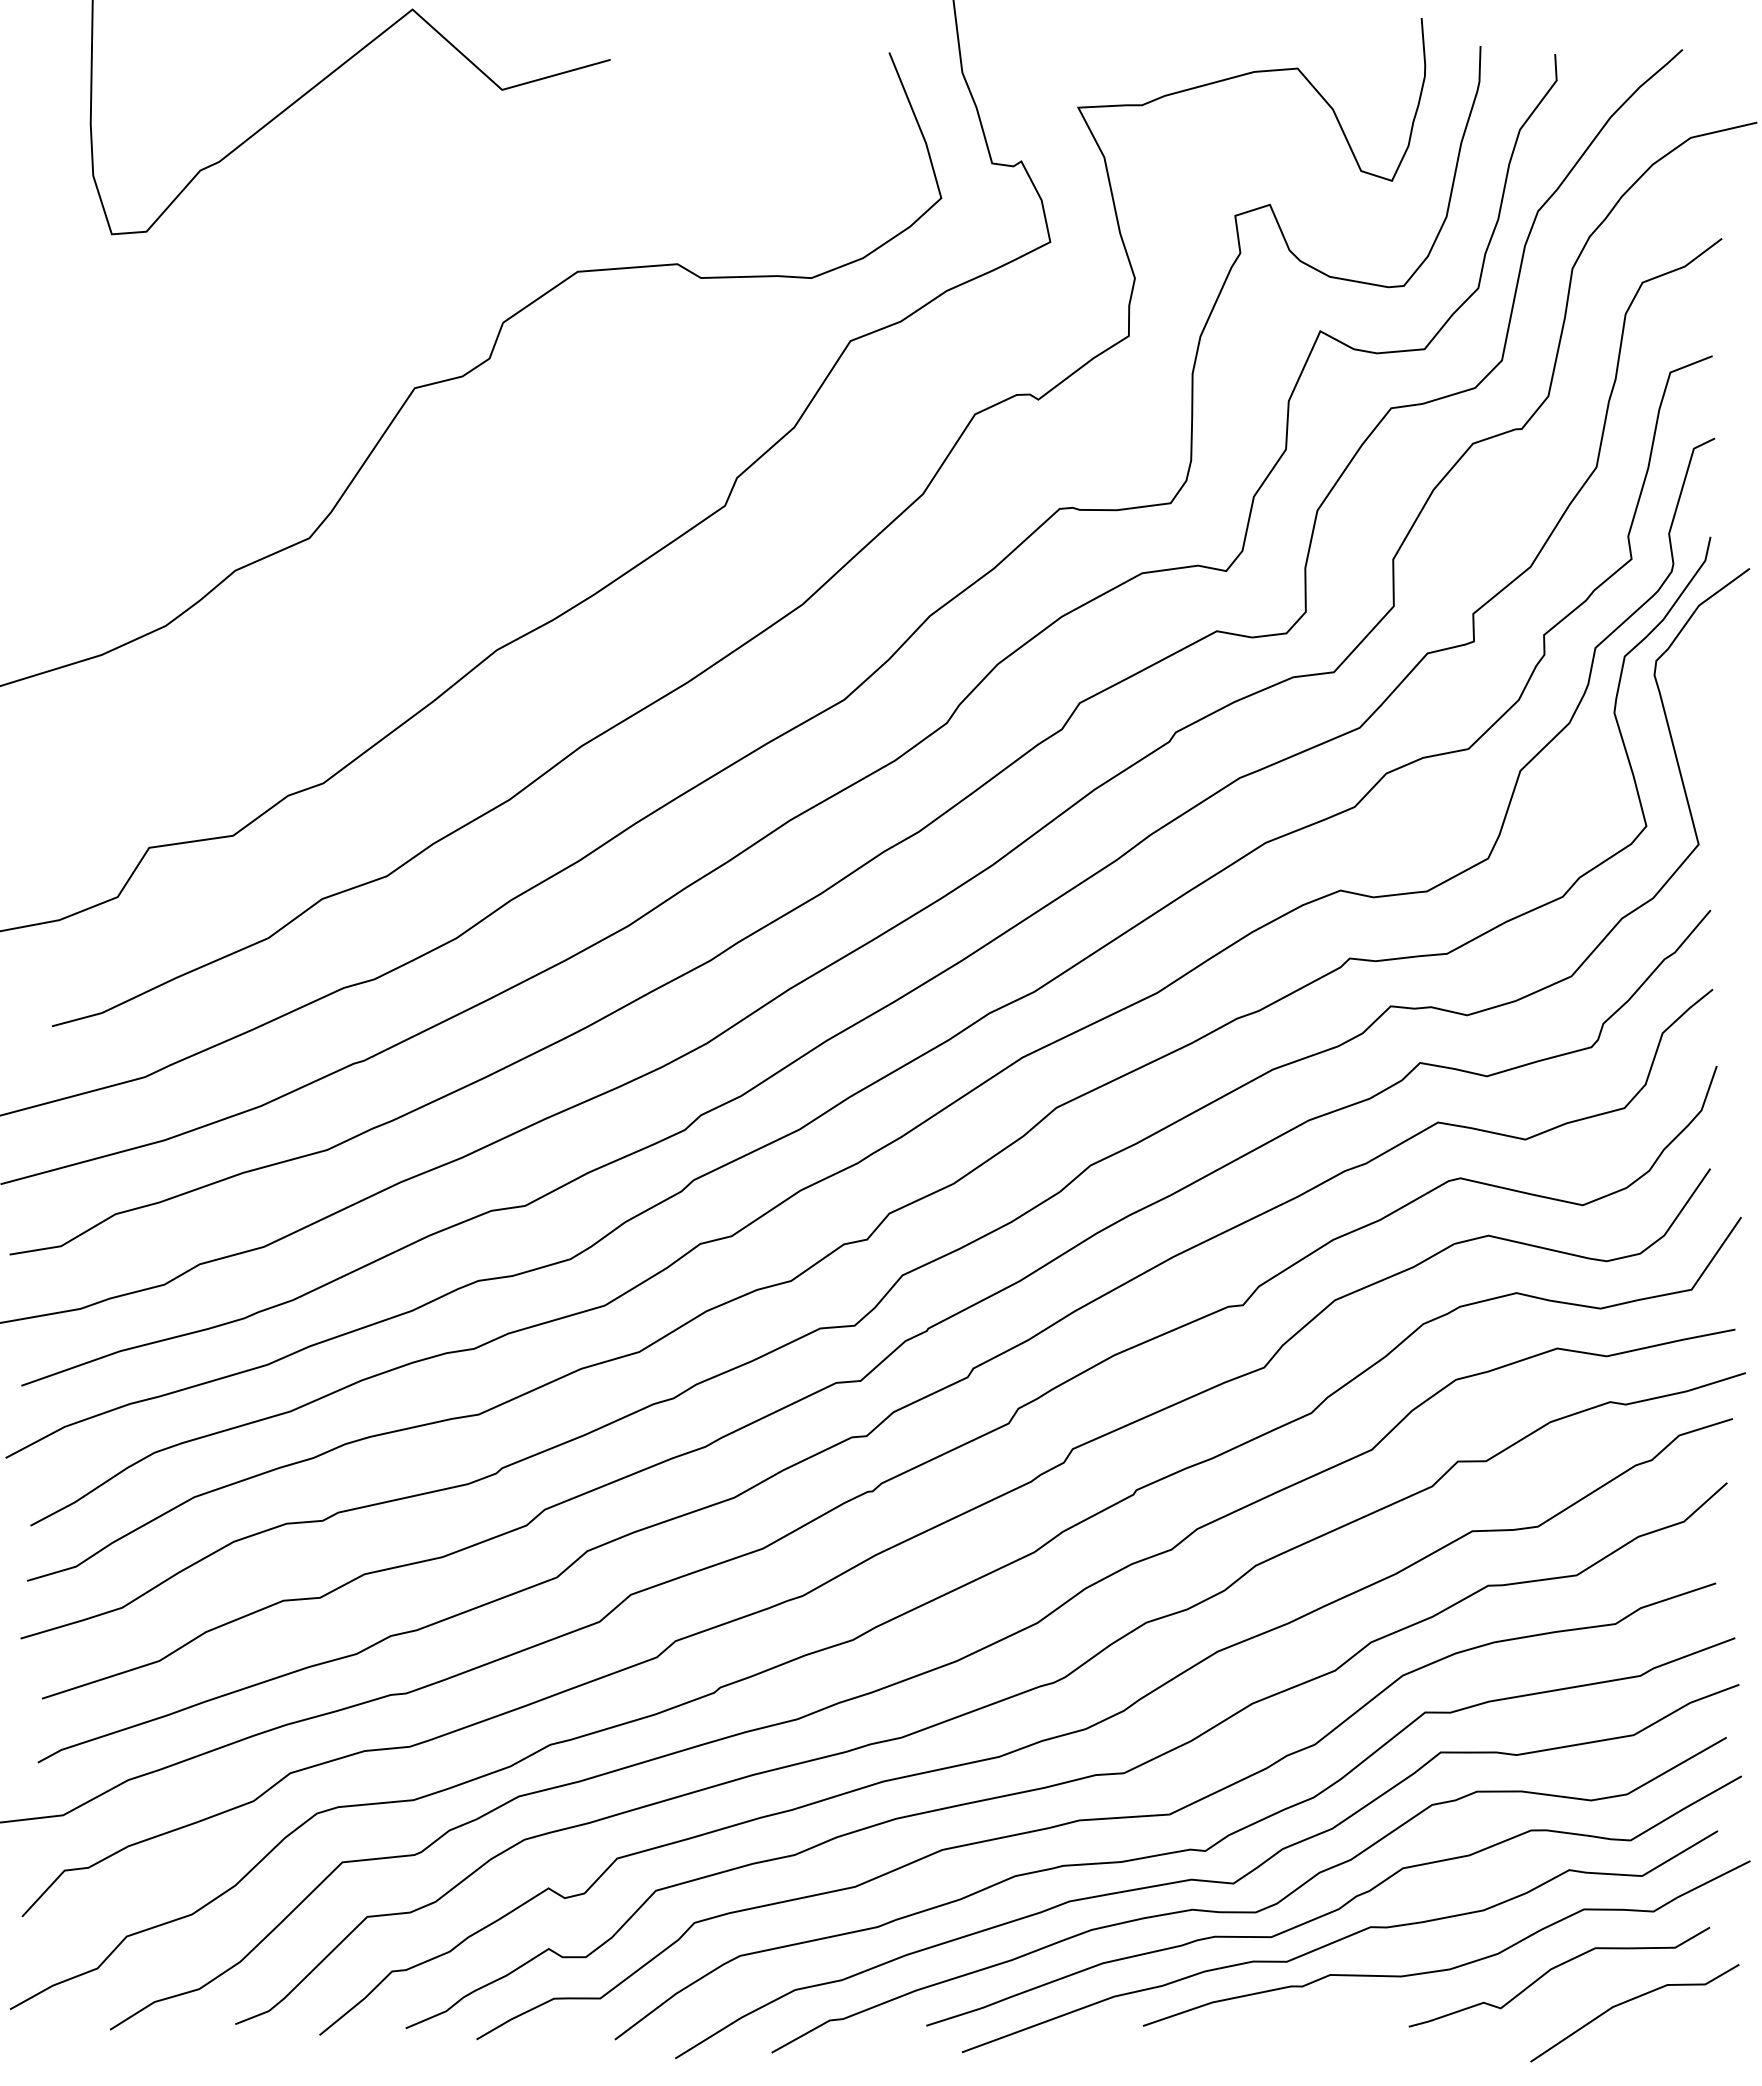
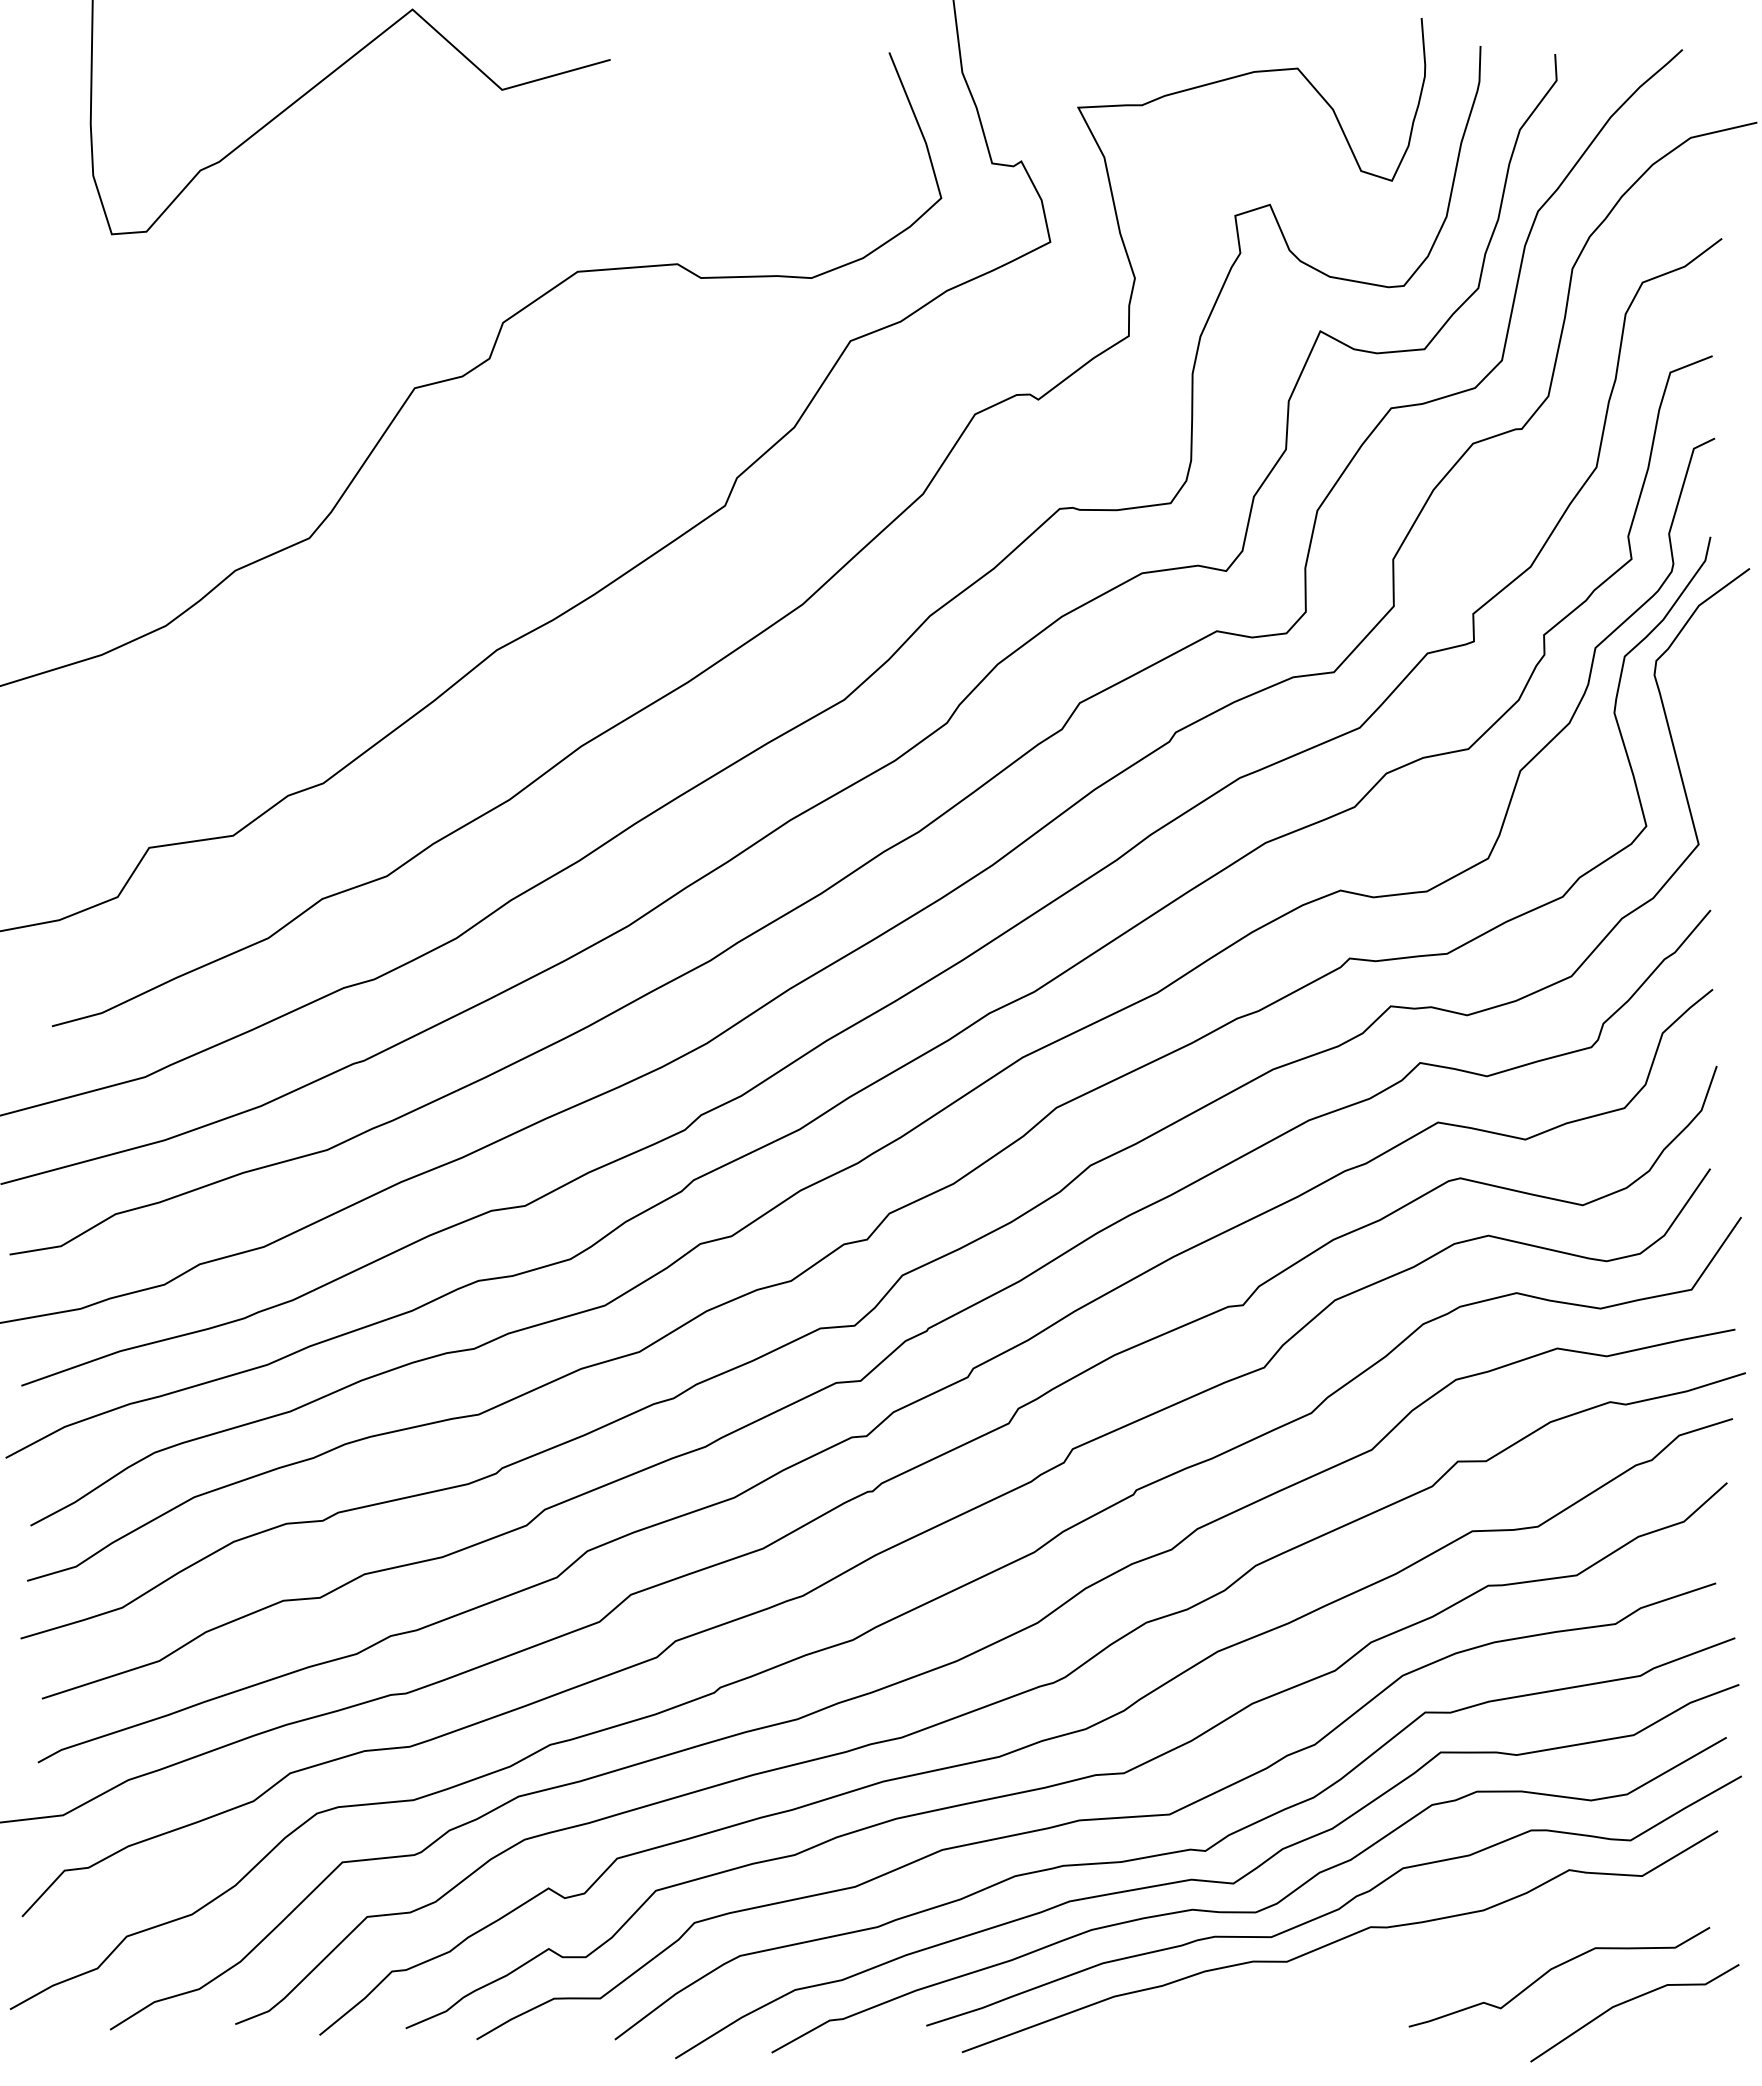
curve at (1451, 1967): present -> none
